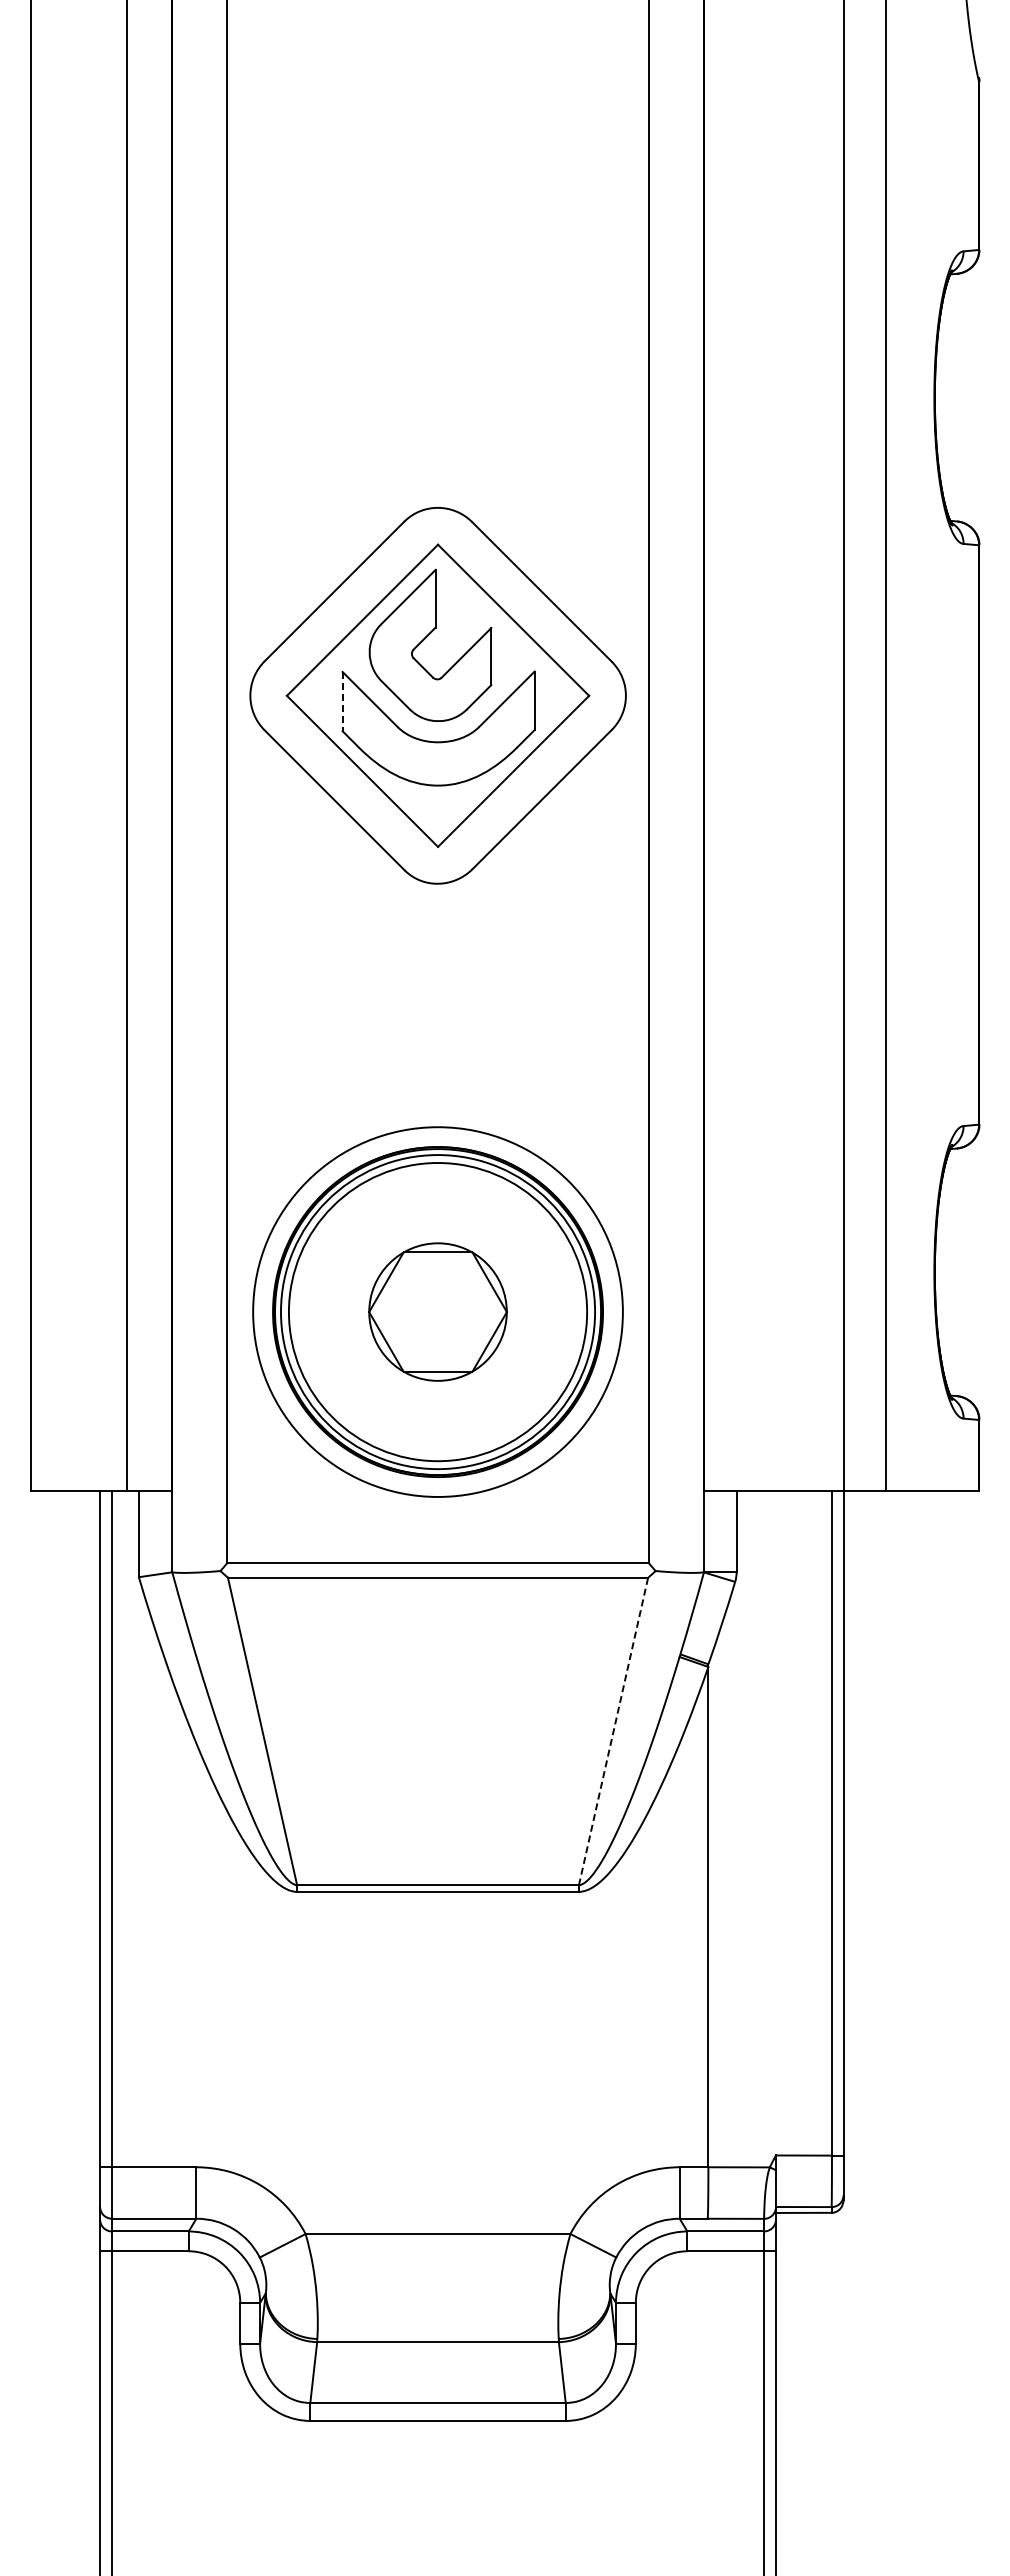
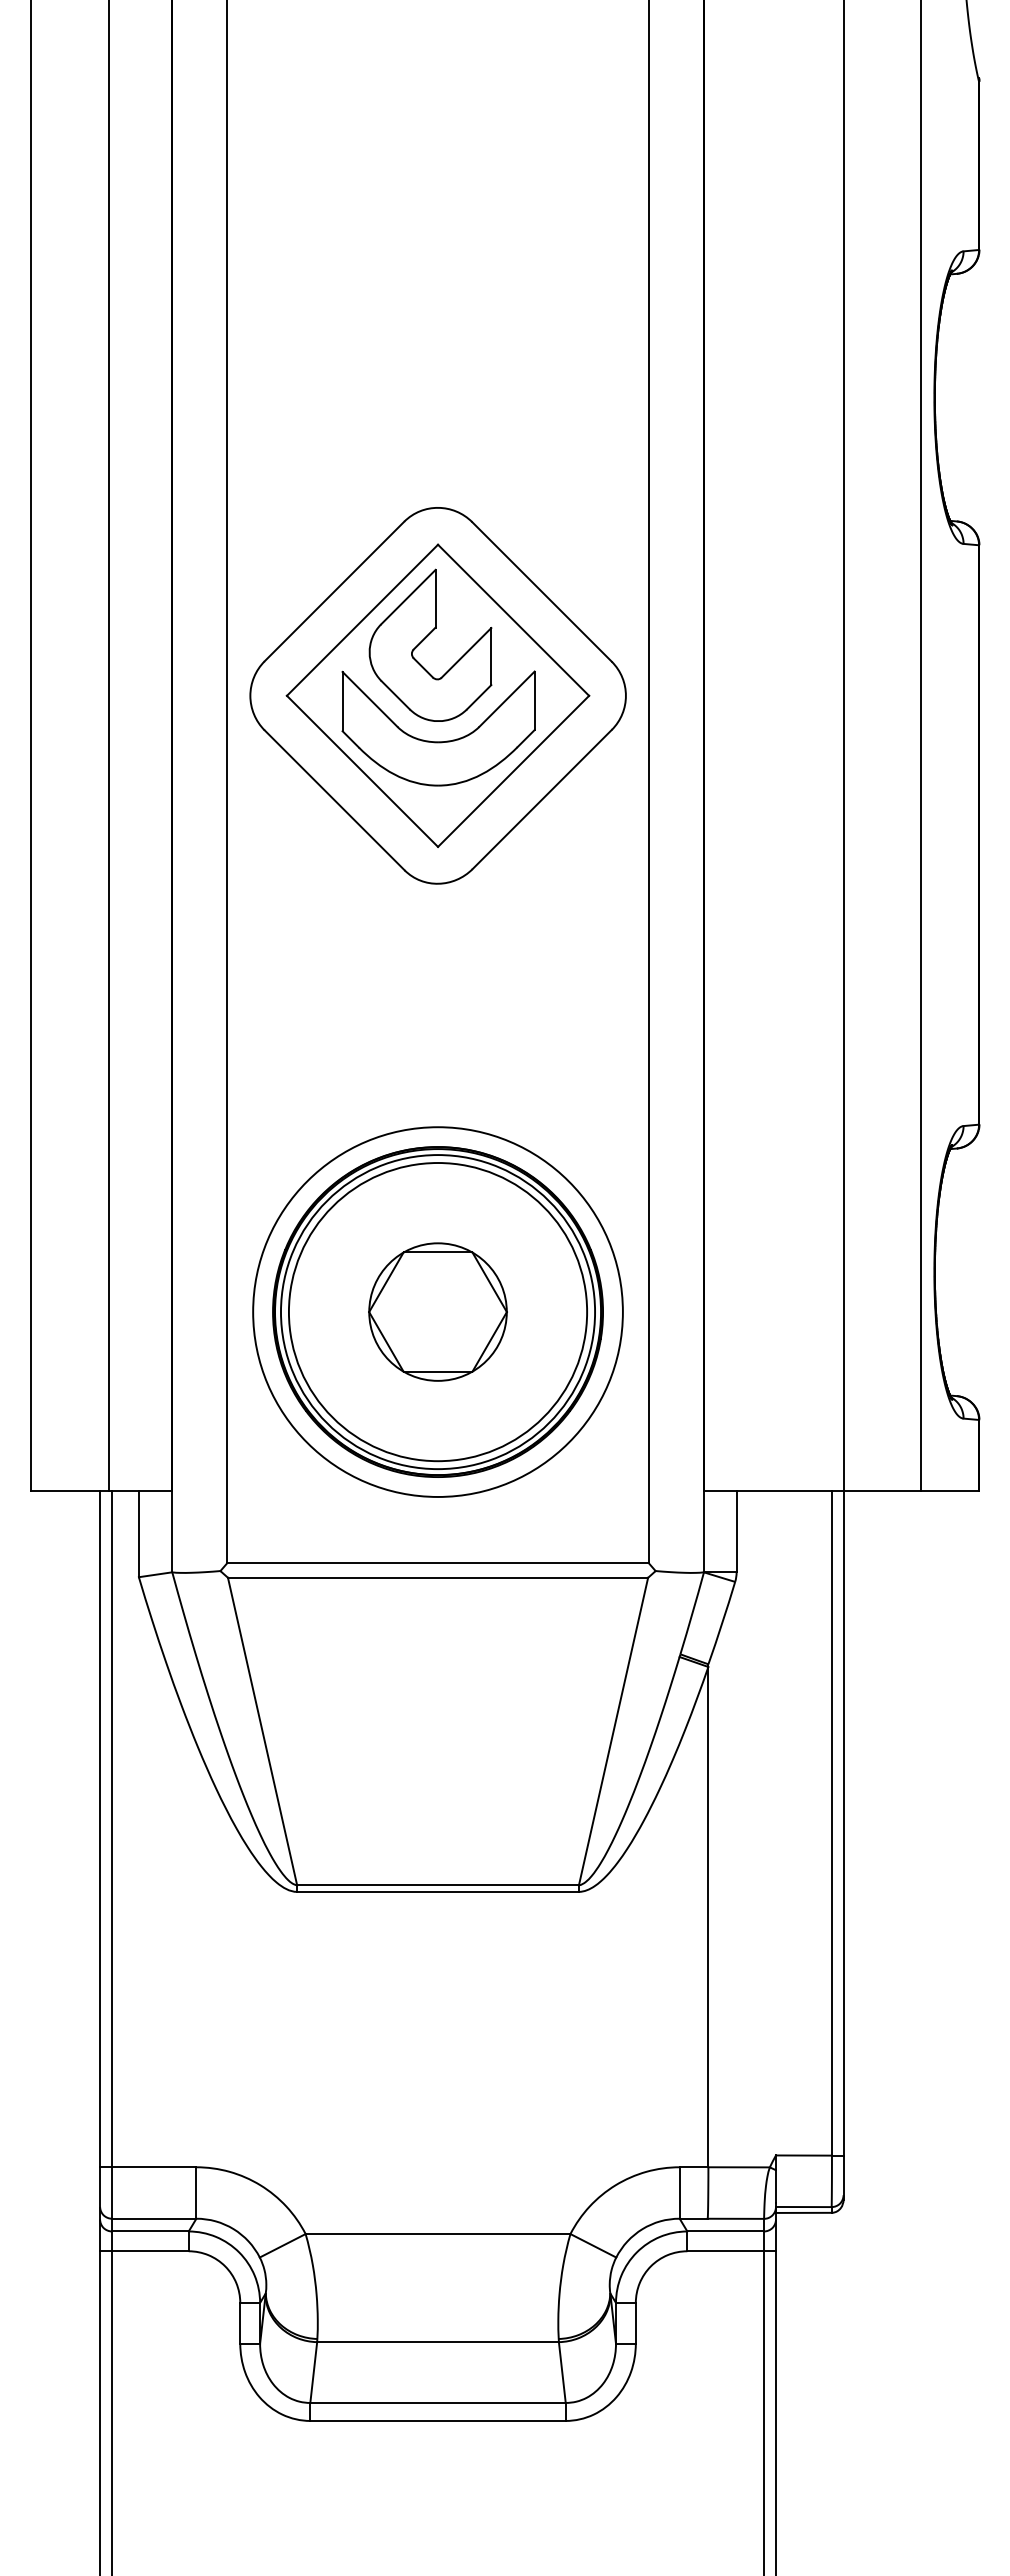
line at (342, 701): dashed -> solid
line at (126, 746) position: (126, 746) -> (108, 746)
line at (885, 746) position: (885, 746) -> (920, 746)
line at (613, 1731): dashed -> solid
